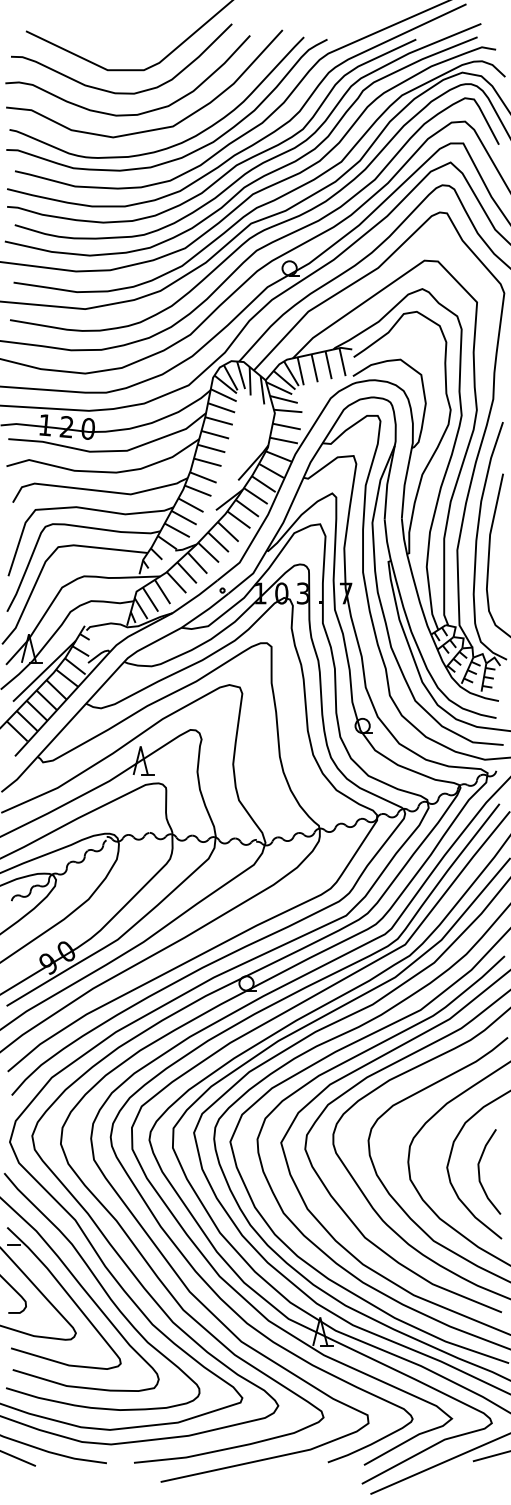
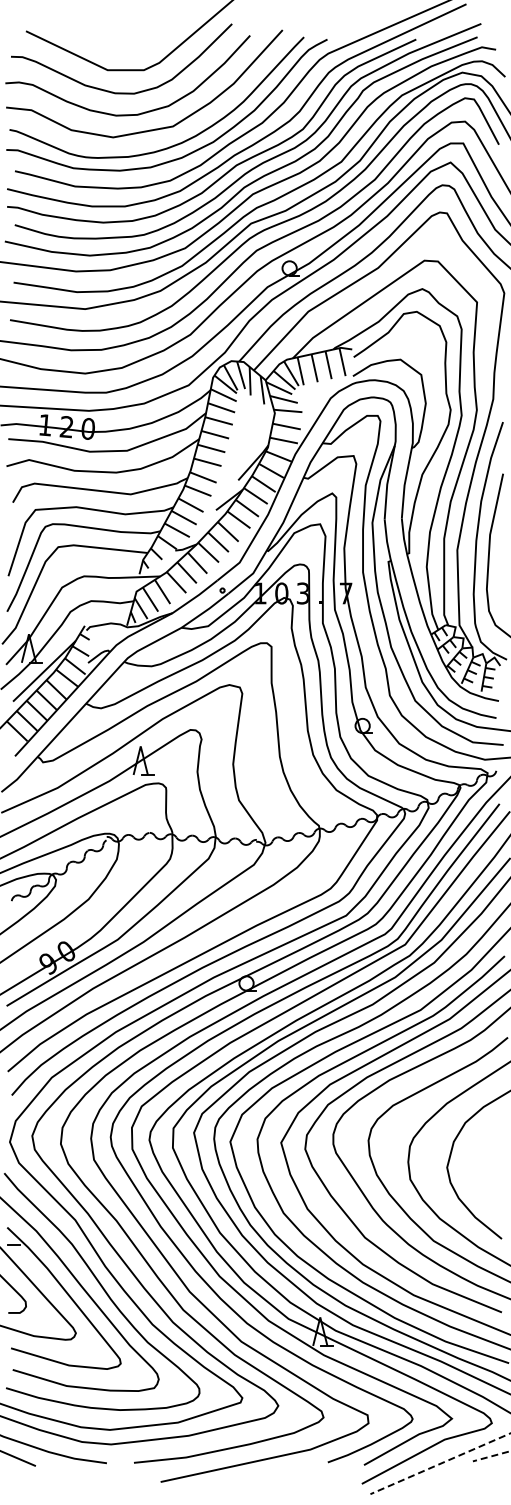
curve at (480, 1174): present -> none
line at (491, 1456): solid -> dashed
line at (440, 1463): solid -> dashed
